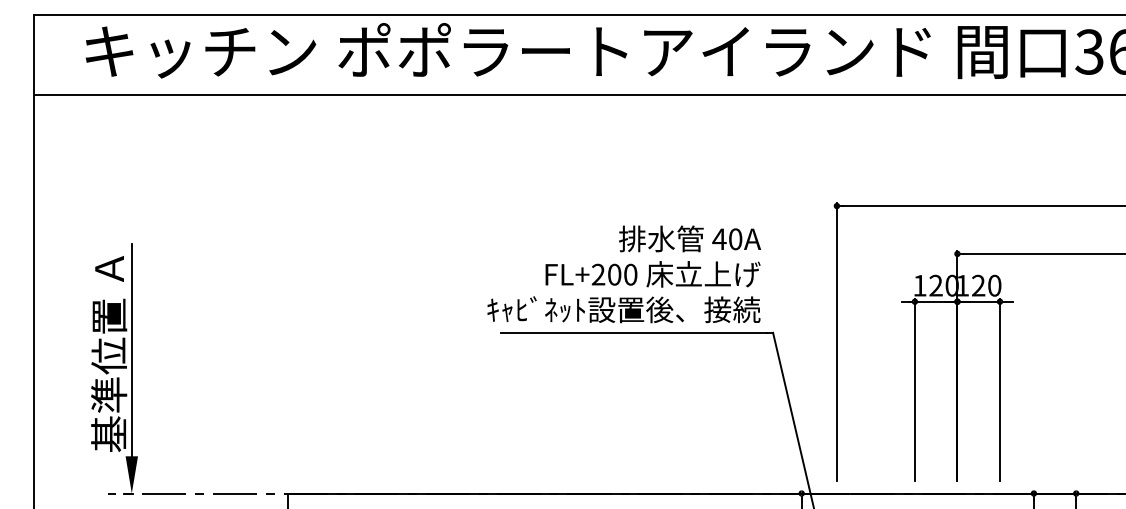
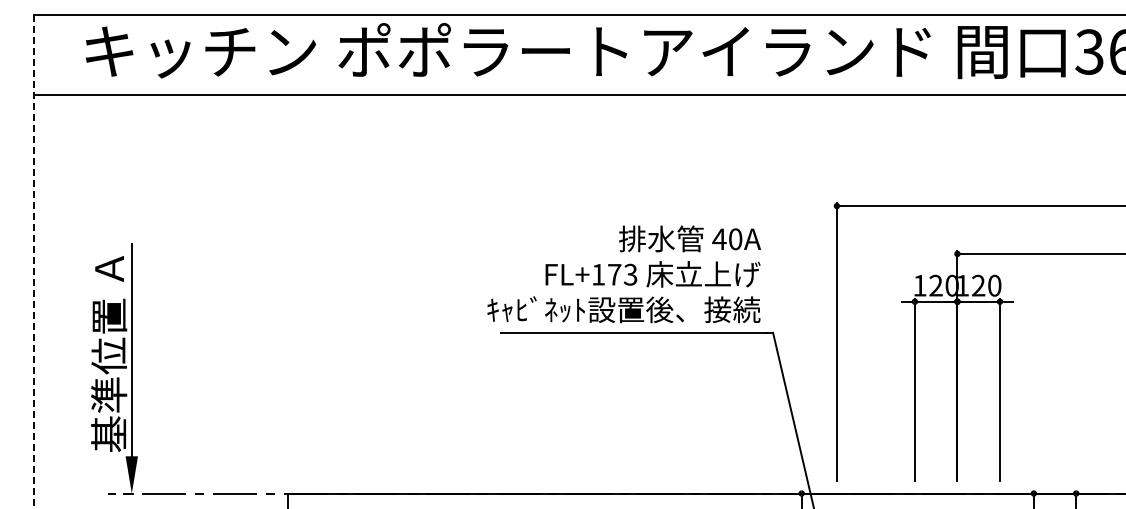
line at (33, 261): solid -> dashed
text at (614, 274): FL+200 -> FL+173
